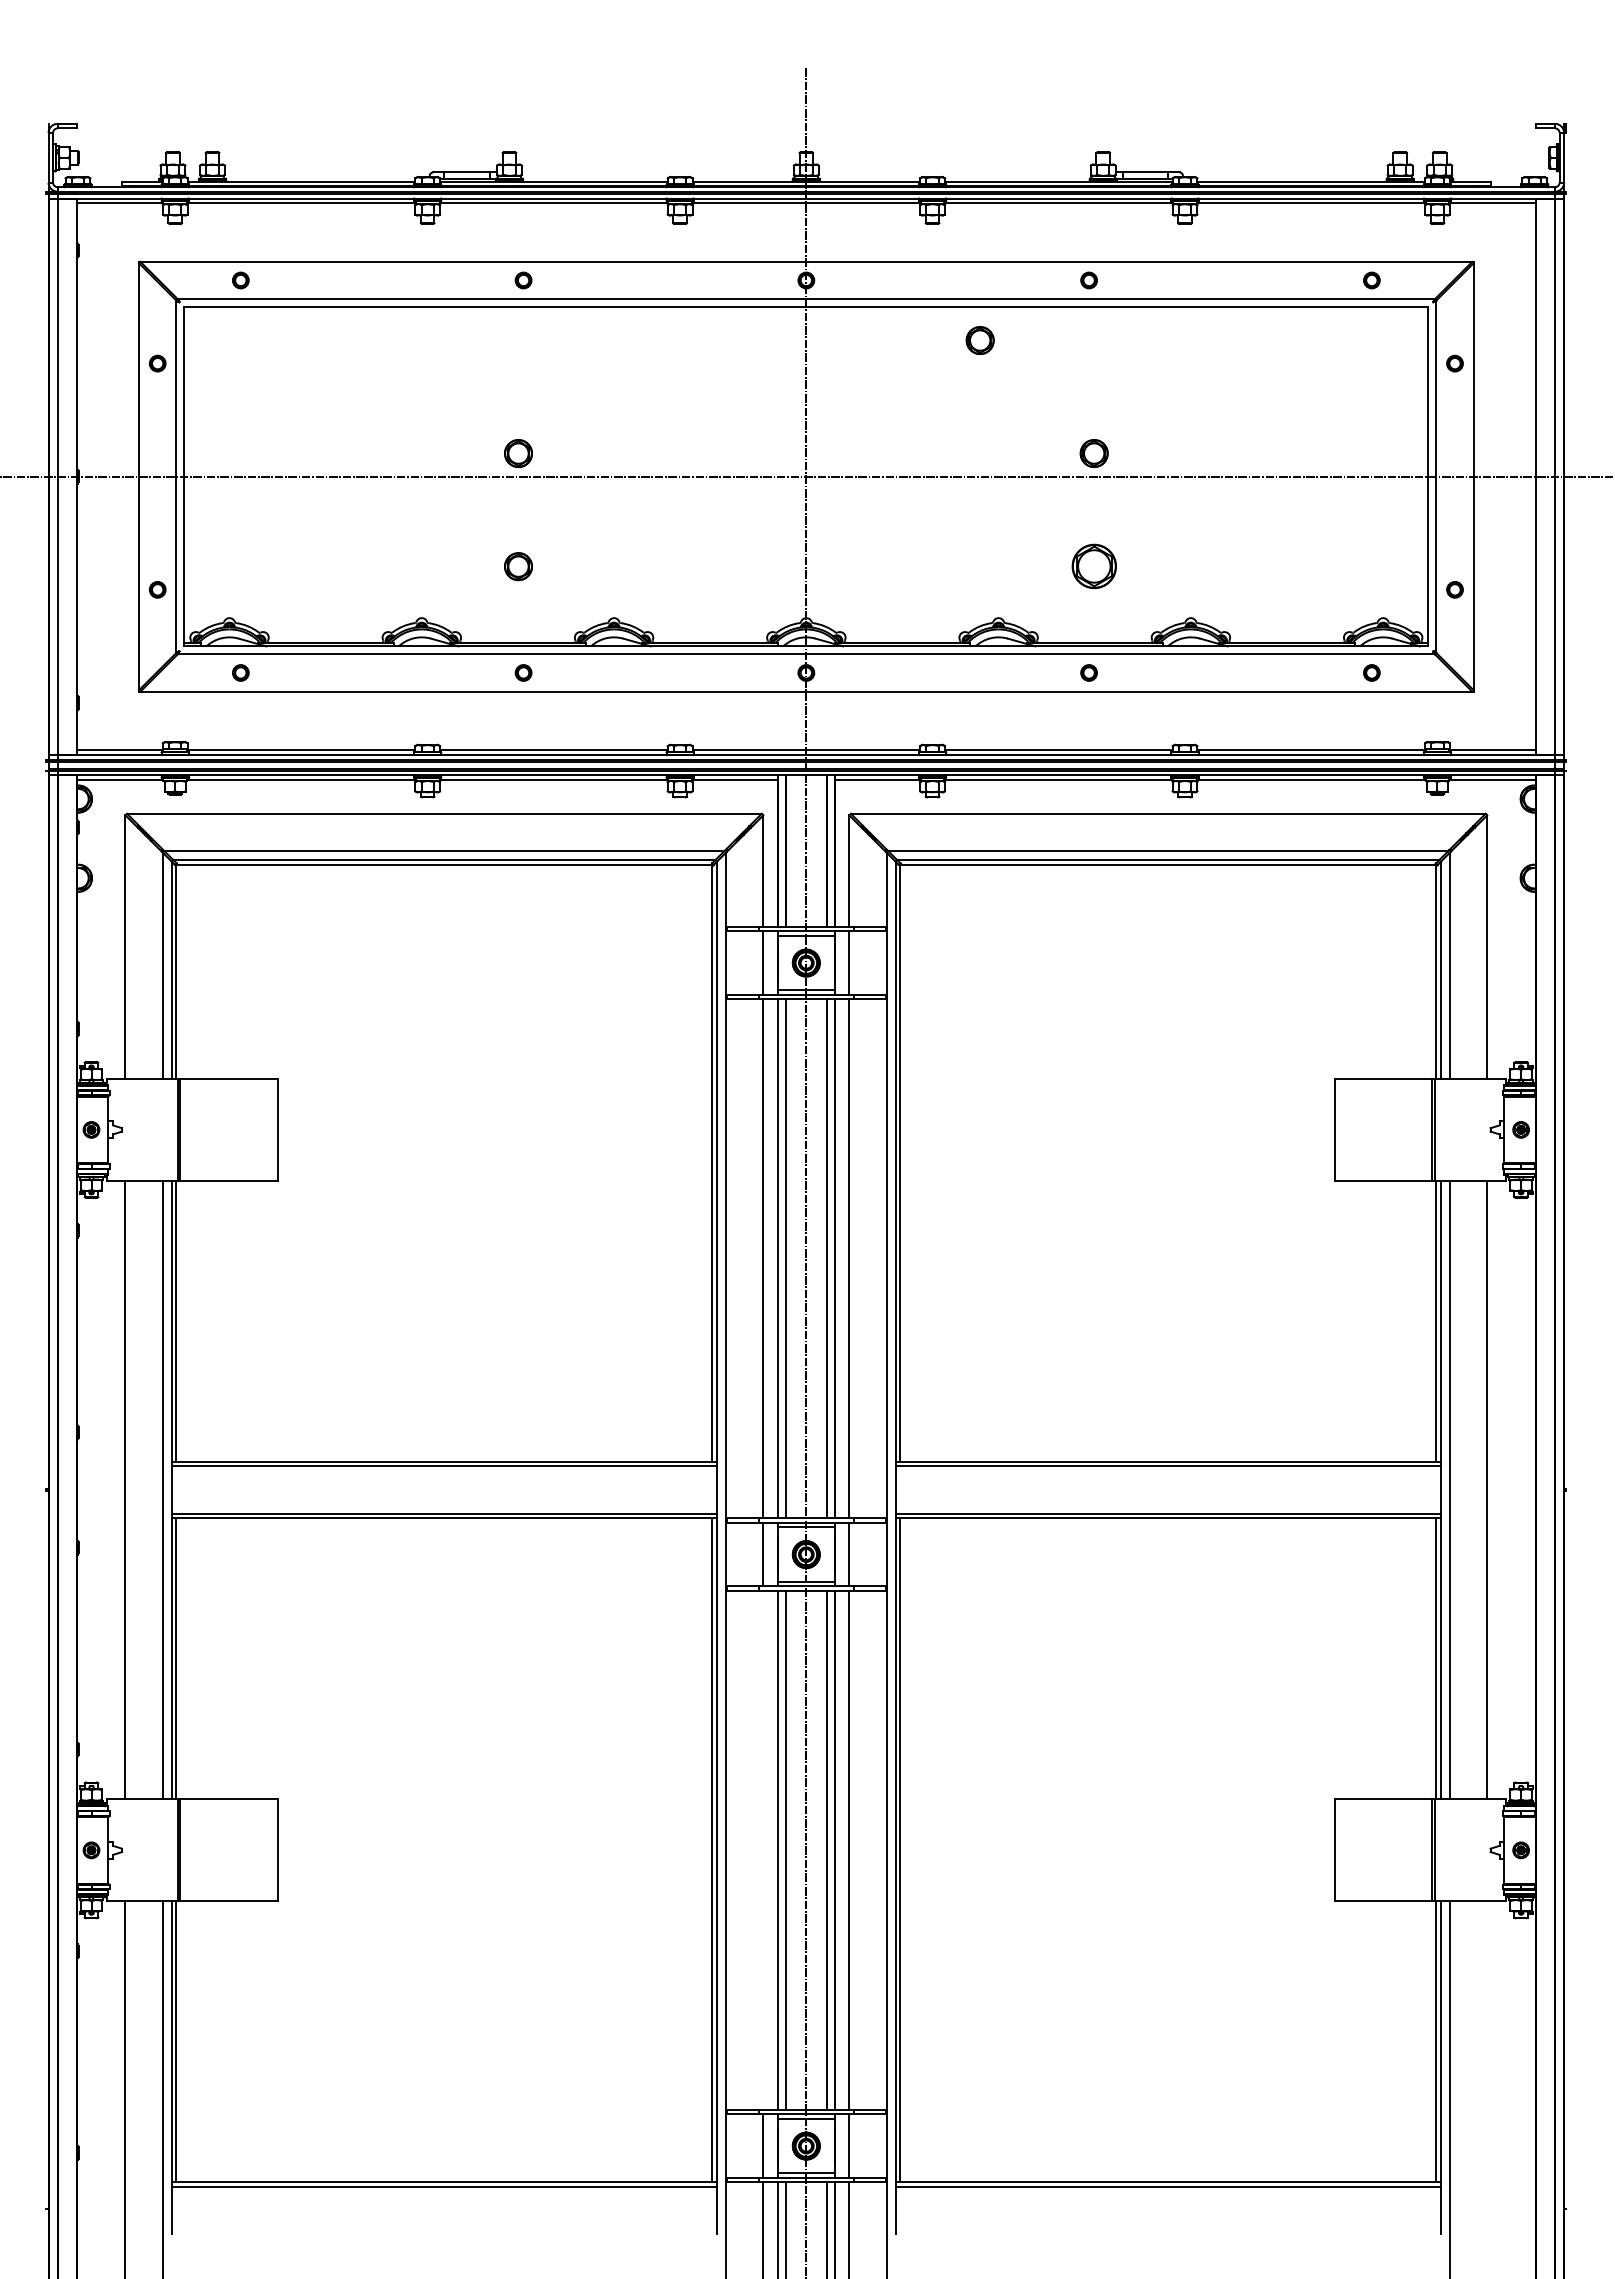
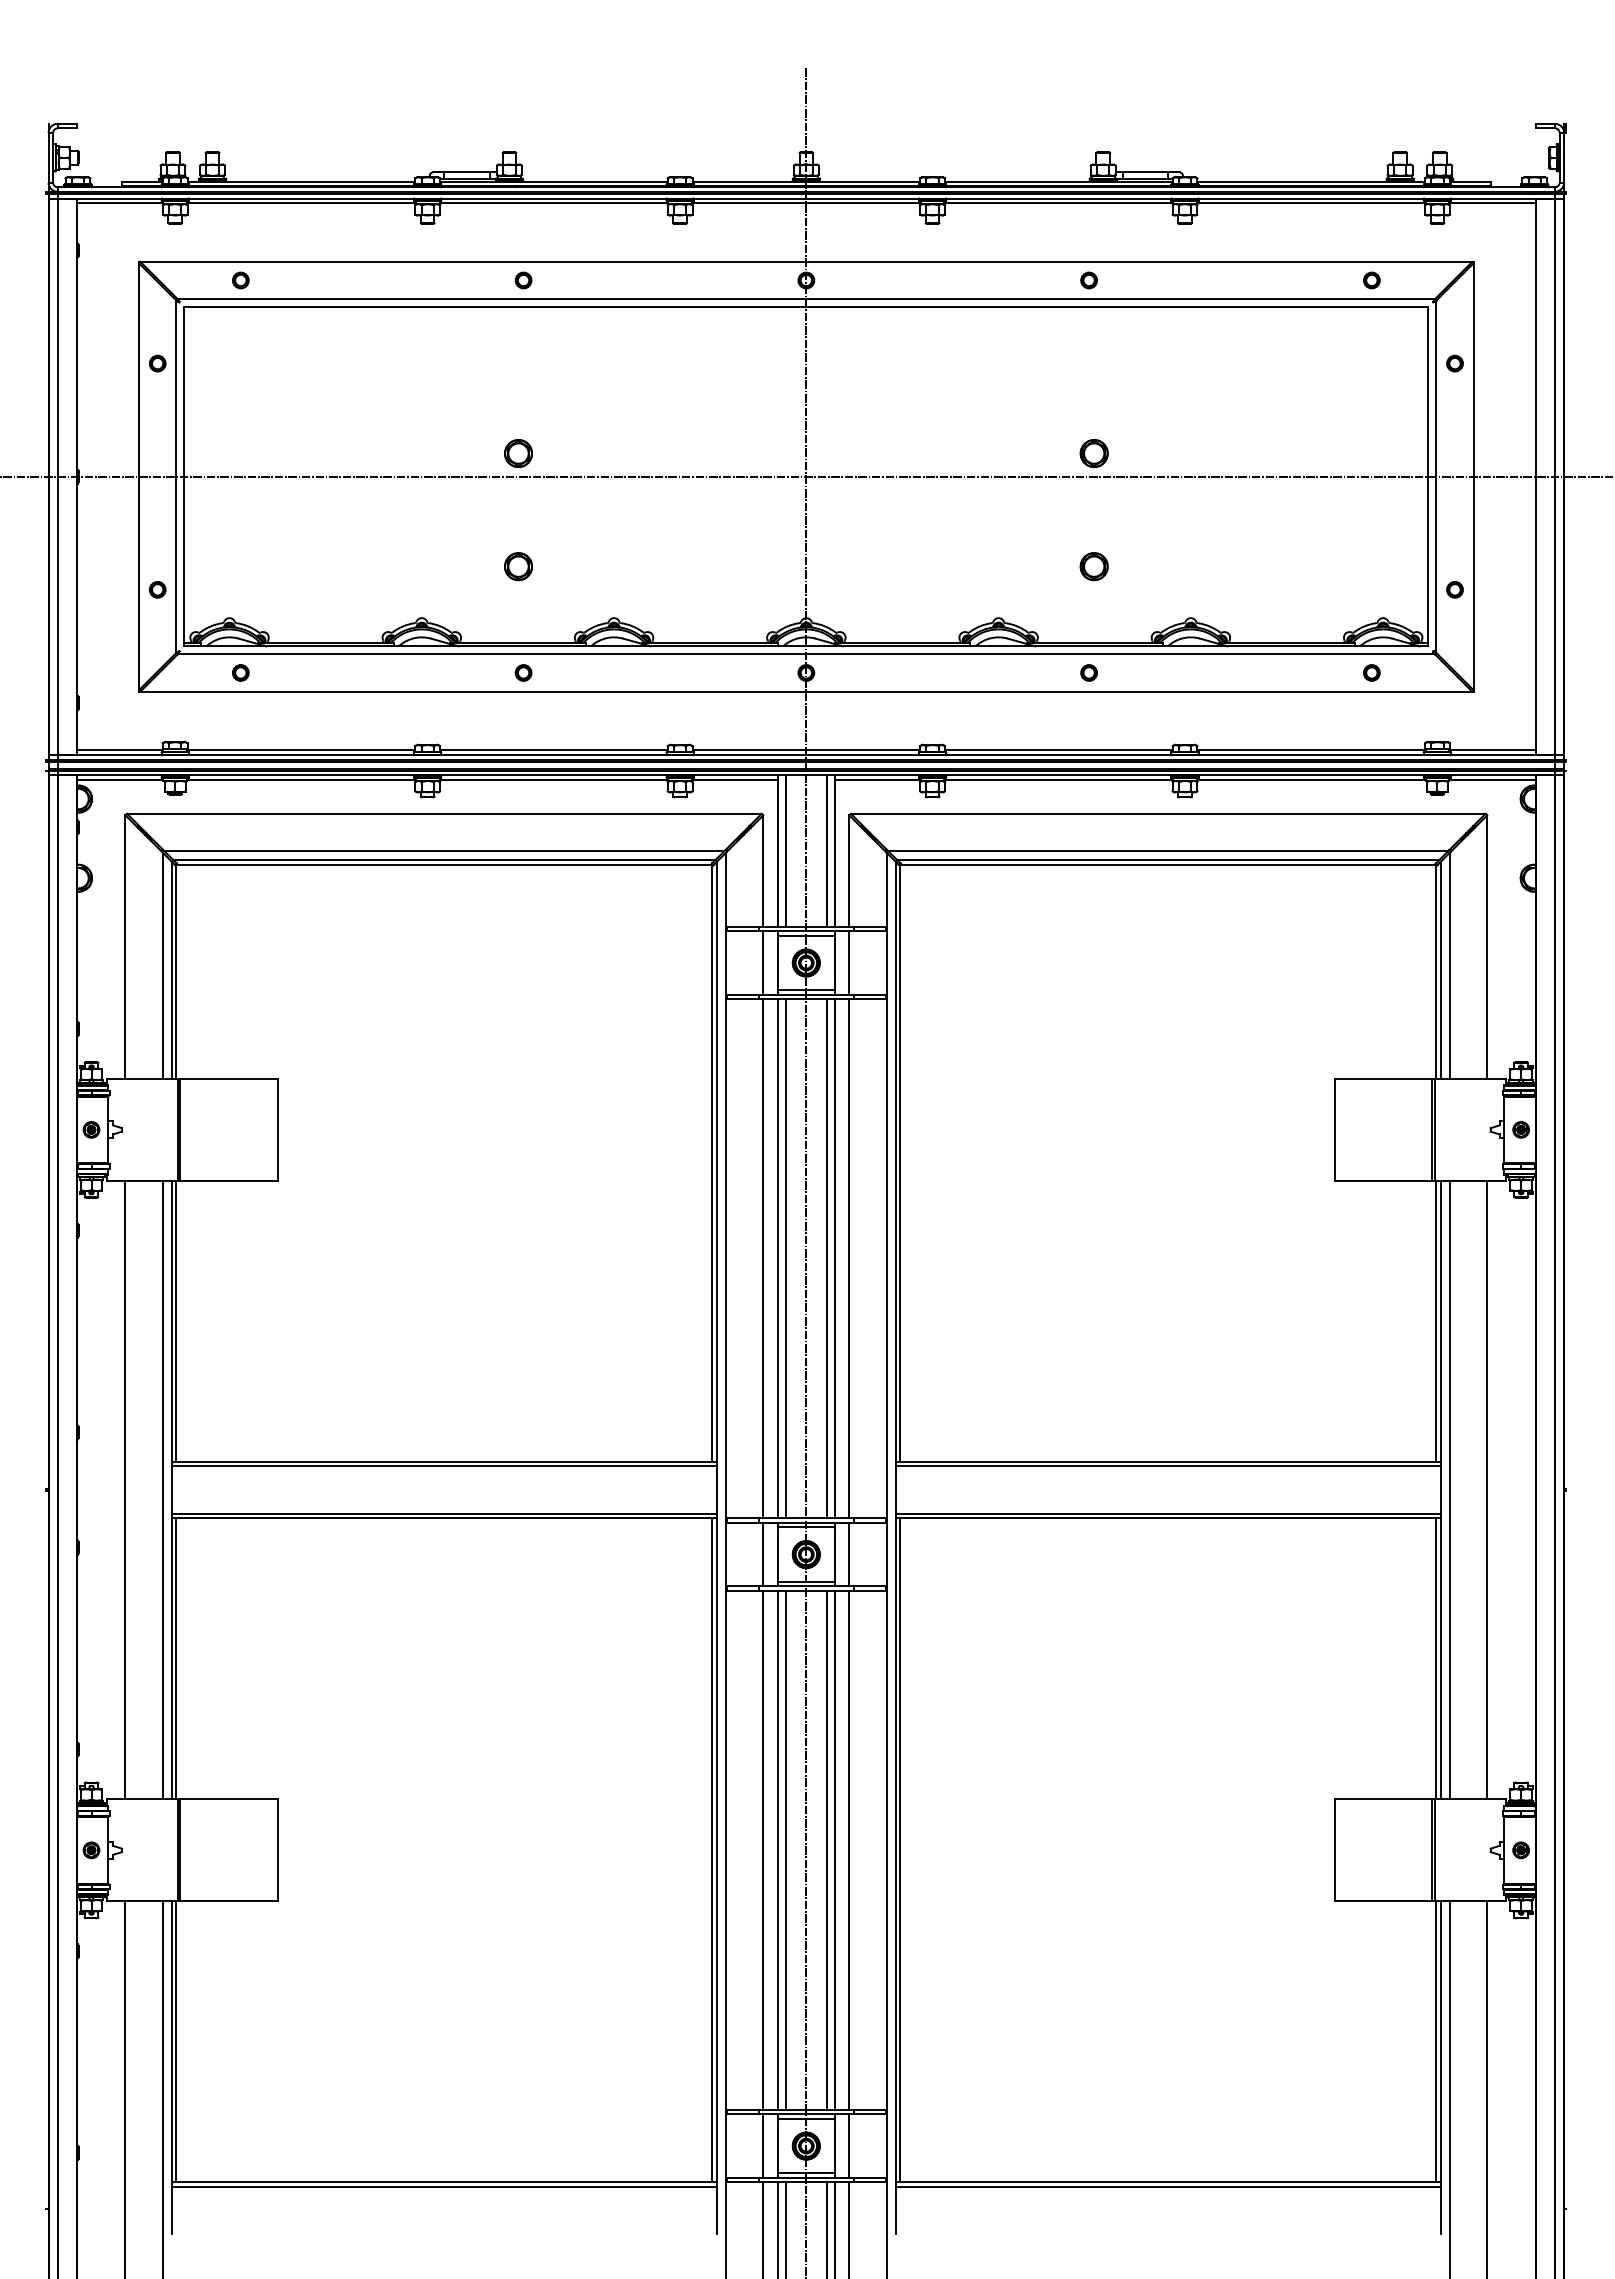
part at (979, 340): present -> none
part at (1093, 566) size: 46x47 px -> 30x30 px
line at (763, 1849): none -> present
line at (1487, 2088): none -> present
